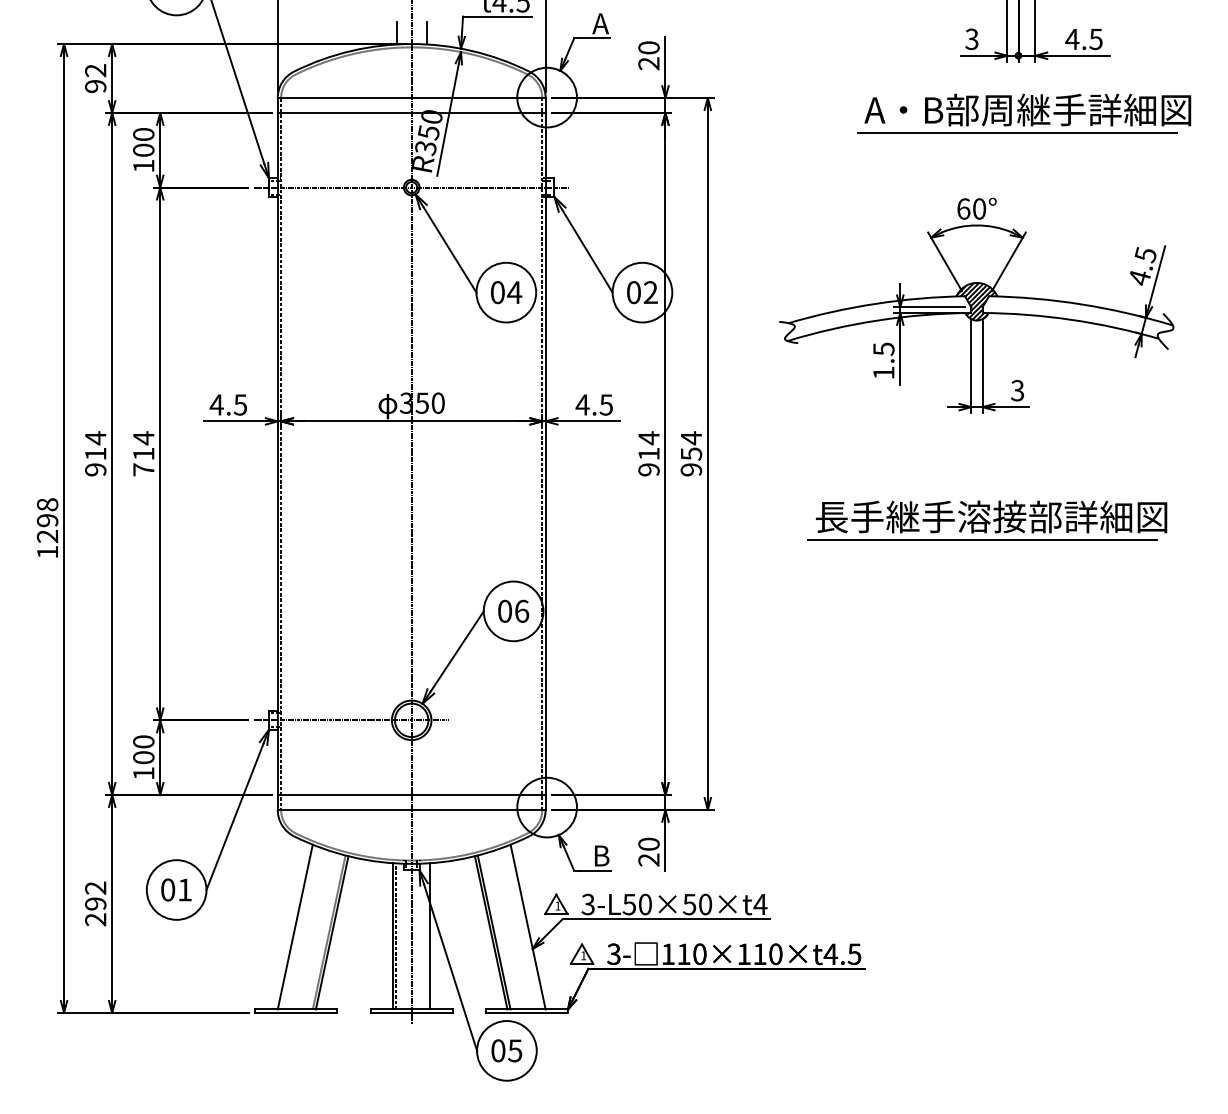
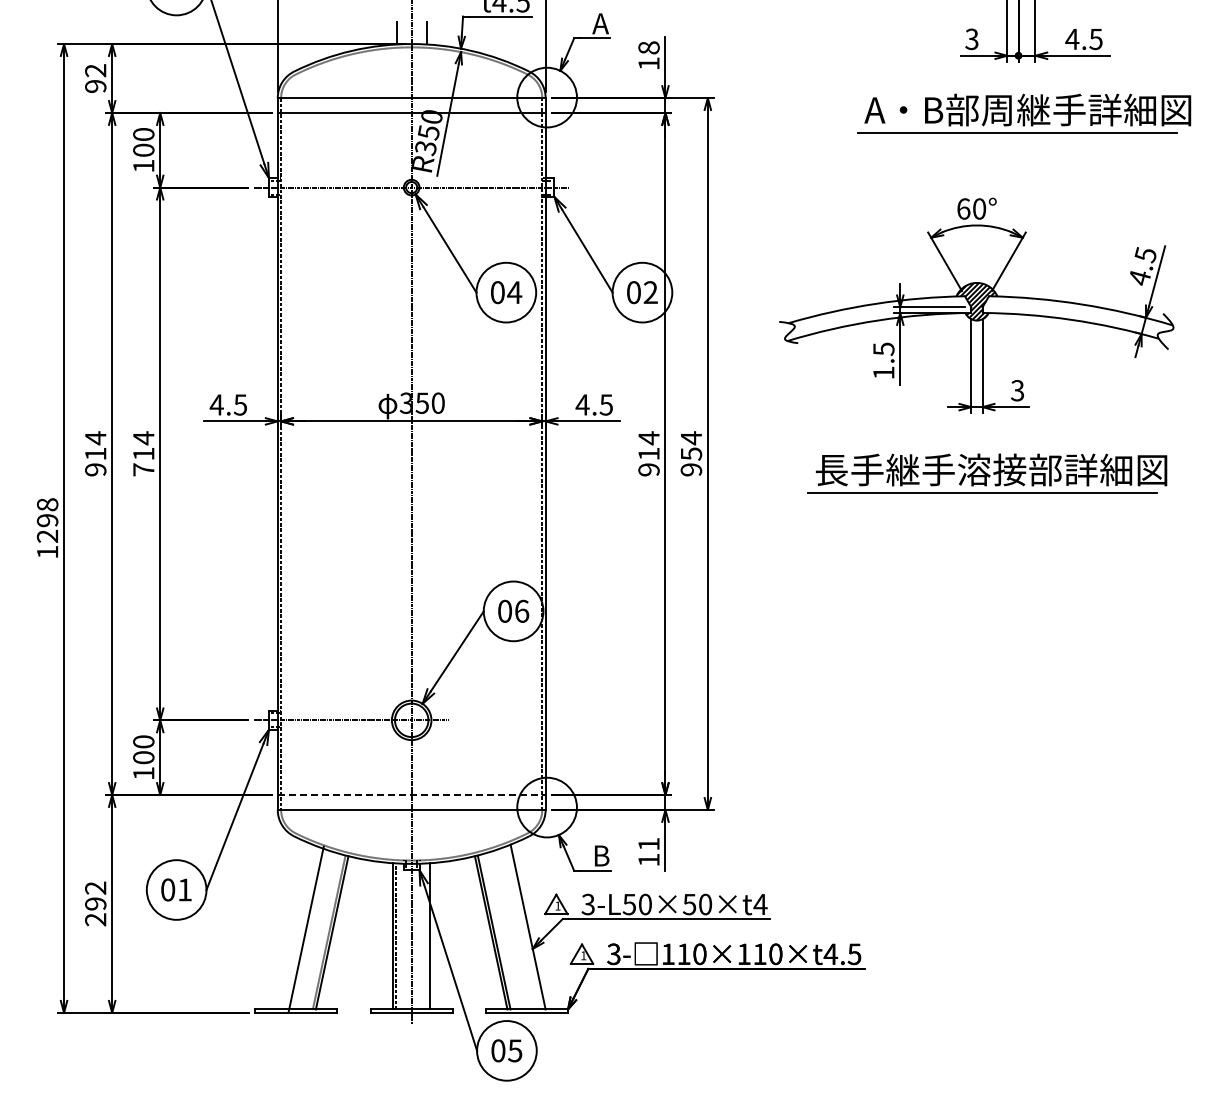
text at (648, 55): 20 -> 18
part at (987, 520) position: (987, 520) -> (987, 473)
line at (411, 794): solid -> dashed
text at (648, 851): 20 -> 11
line at (294, 926) position: (294, 926) -> (305, 928)
